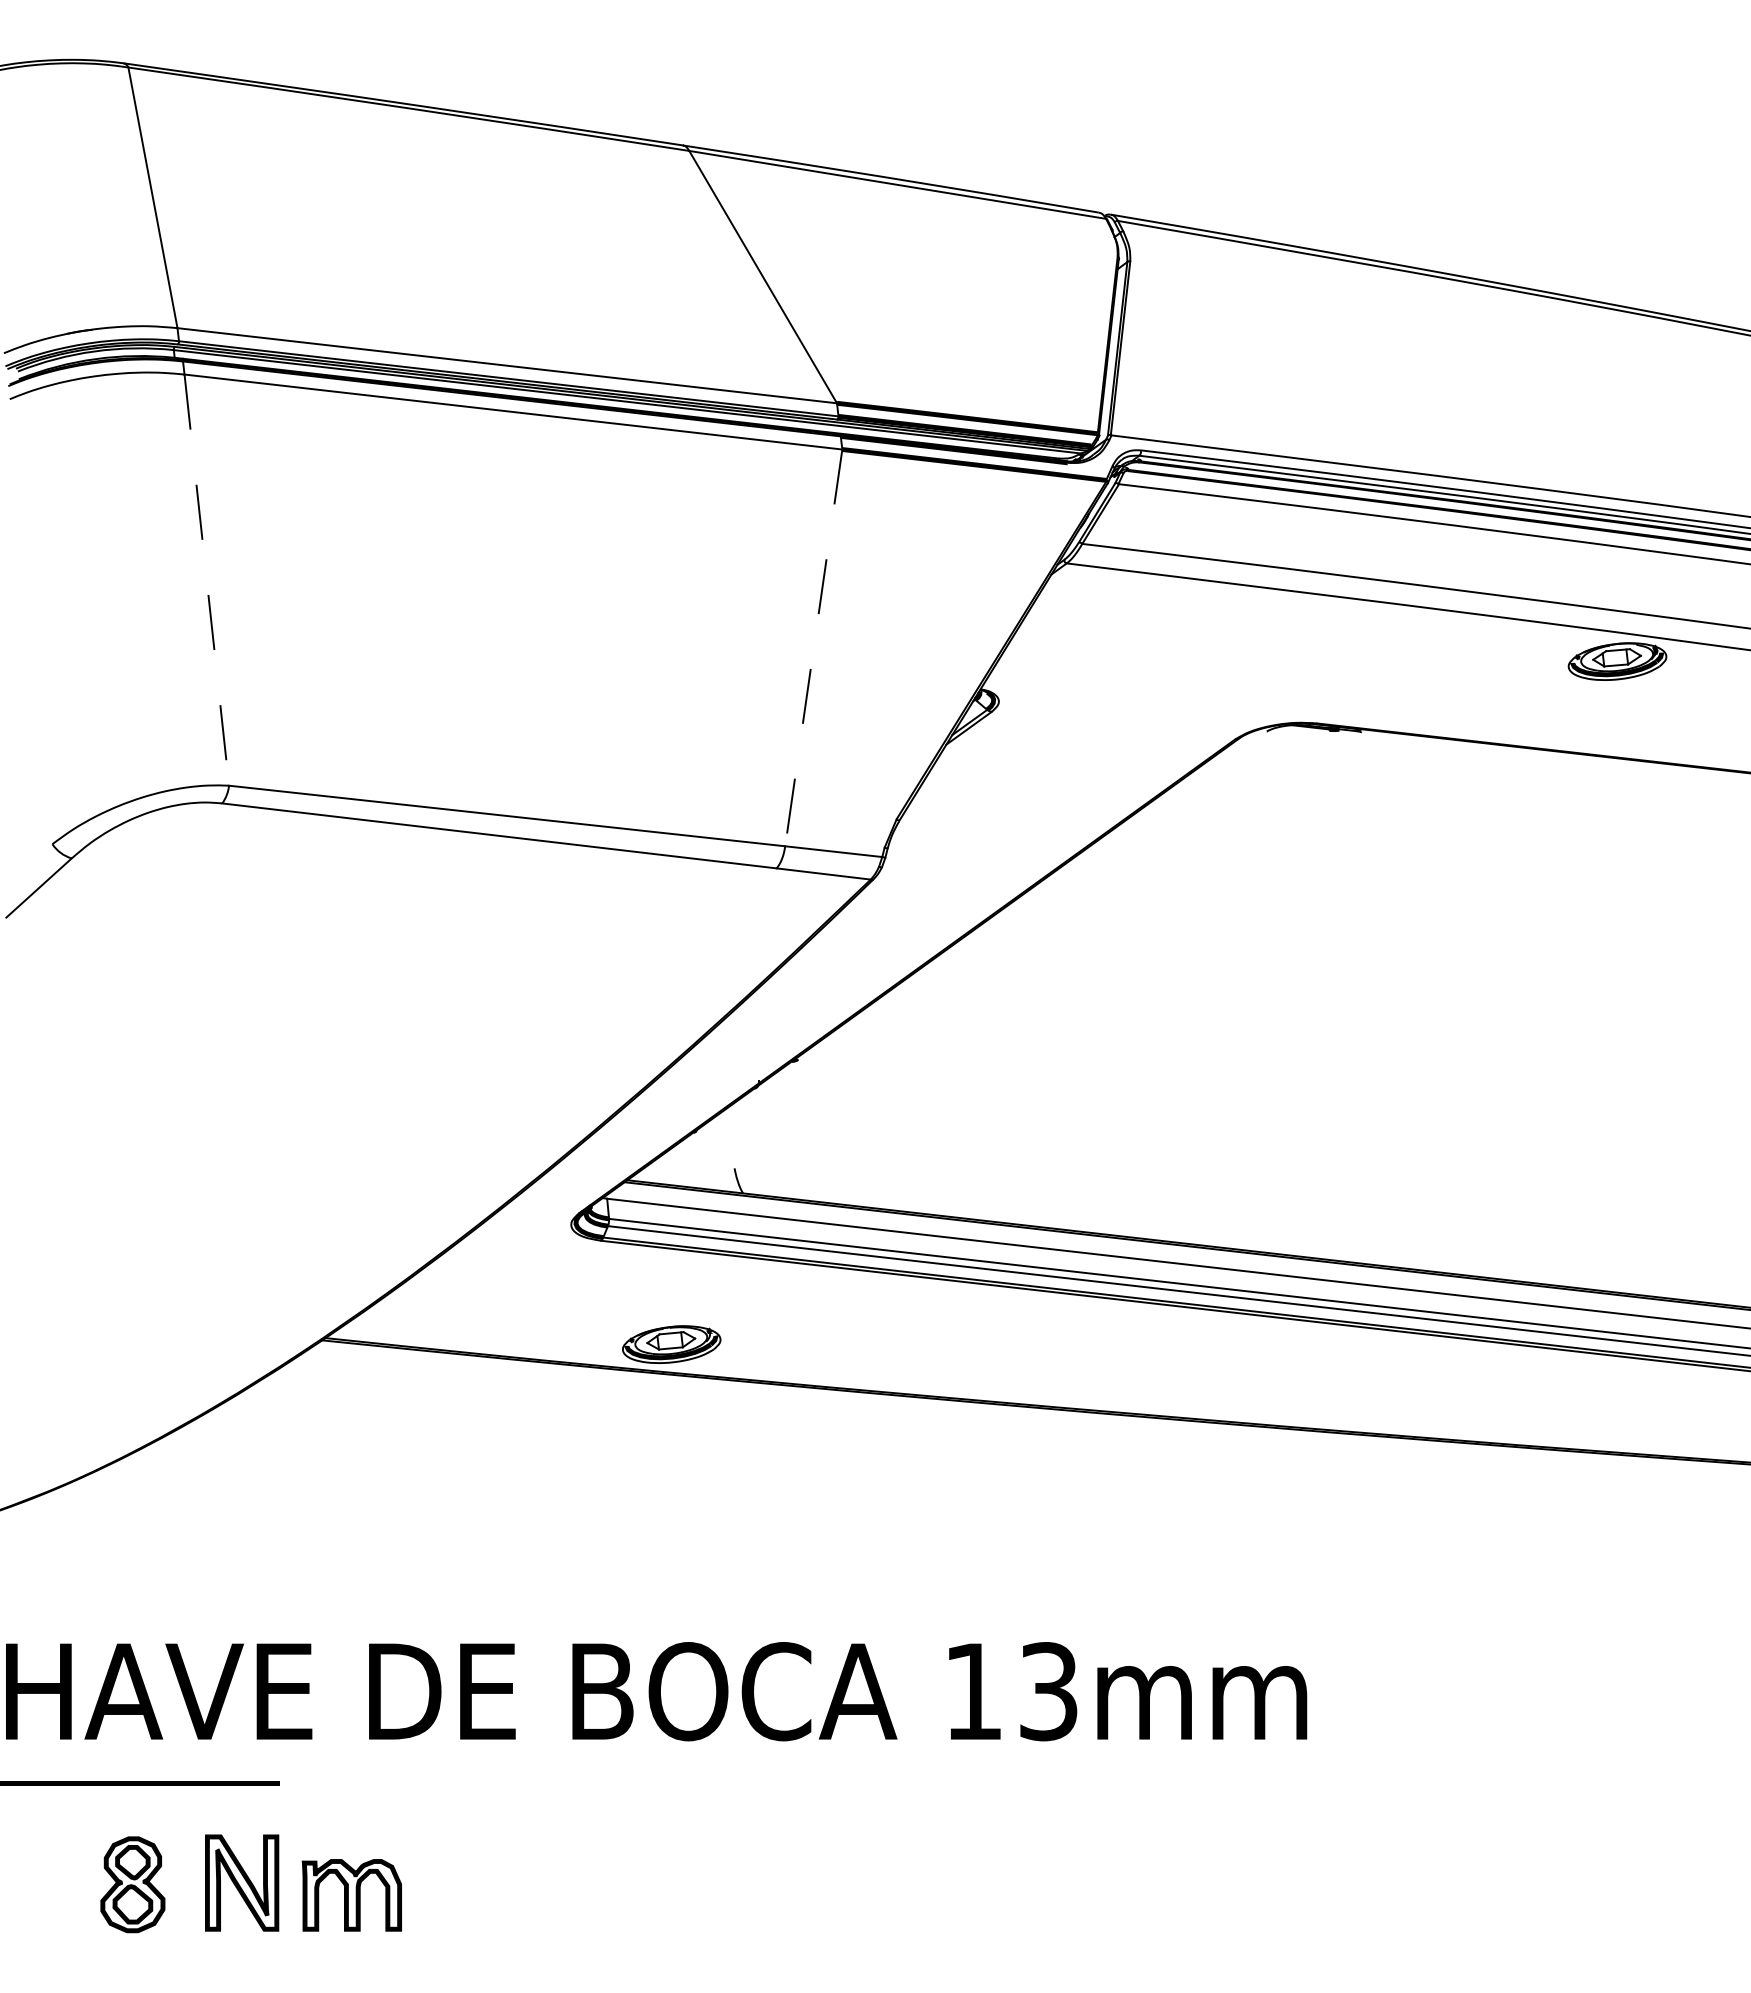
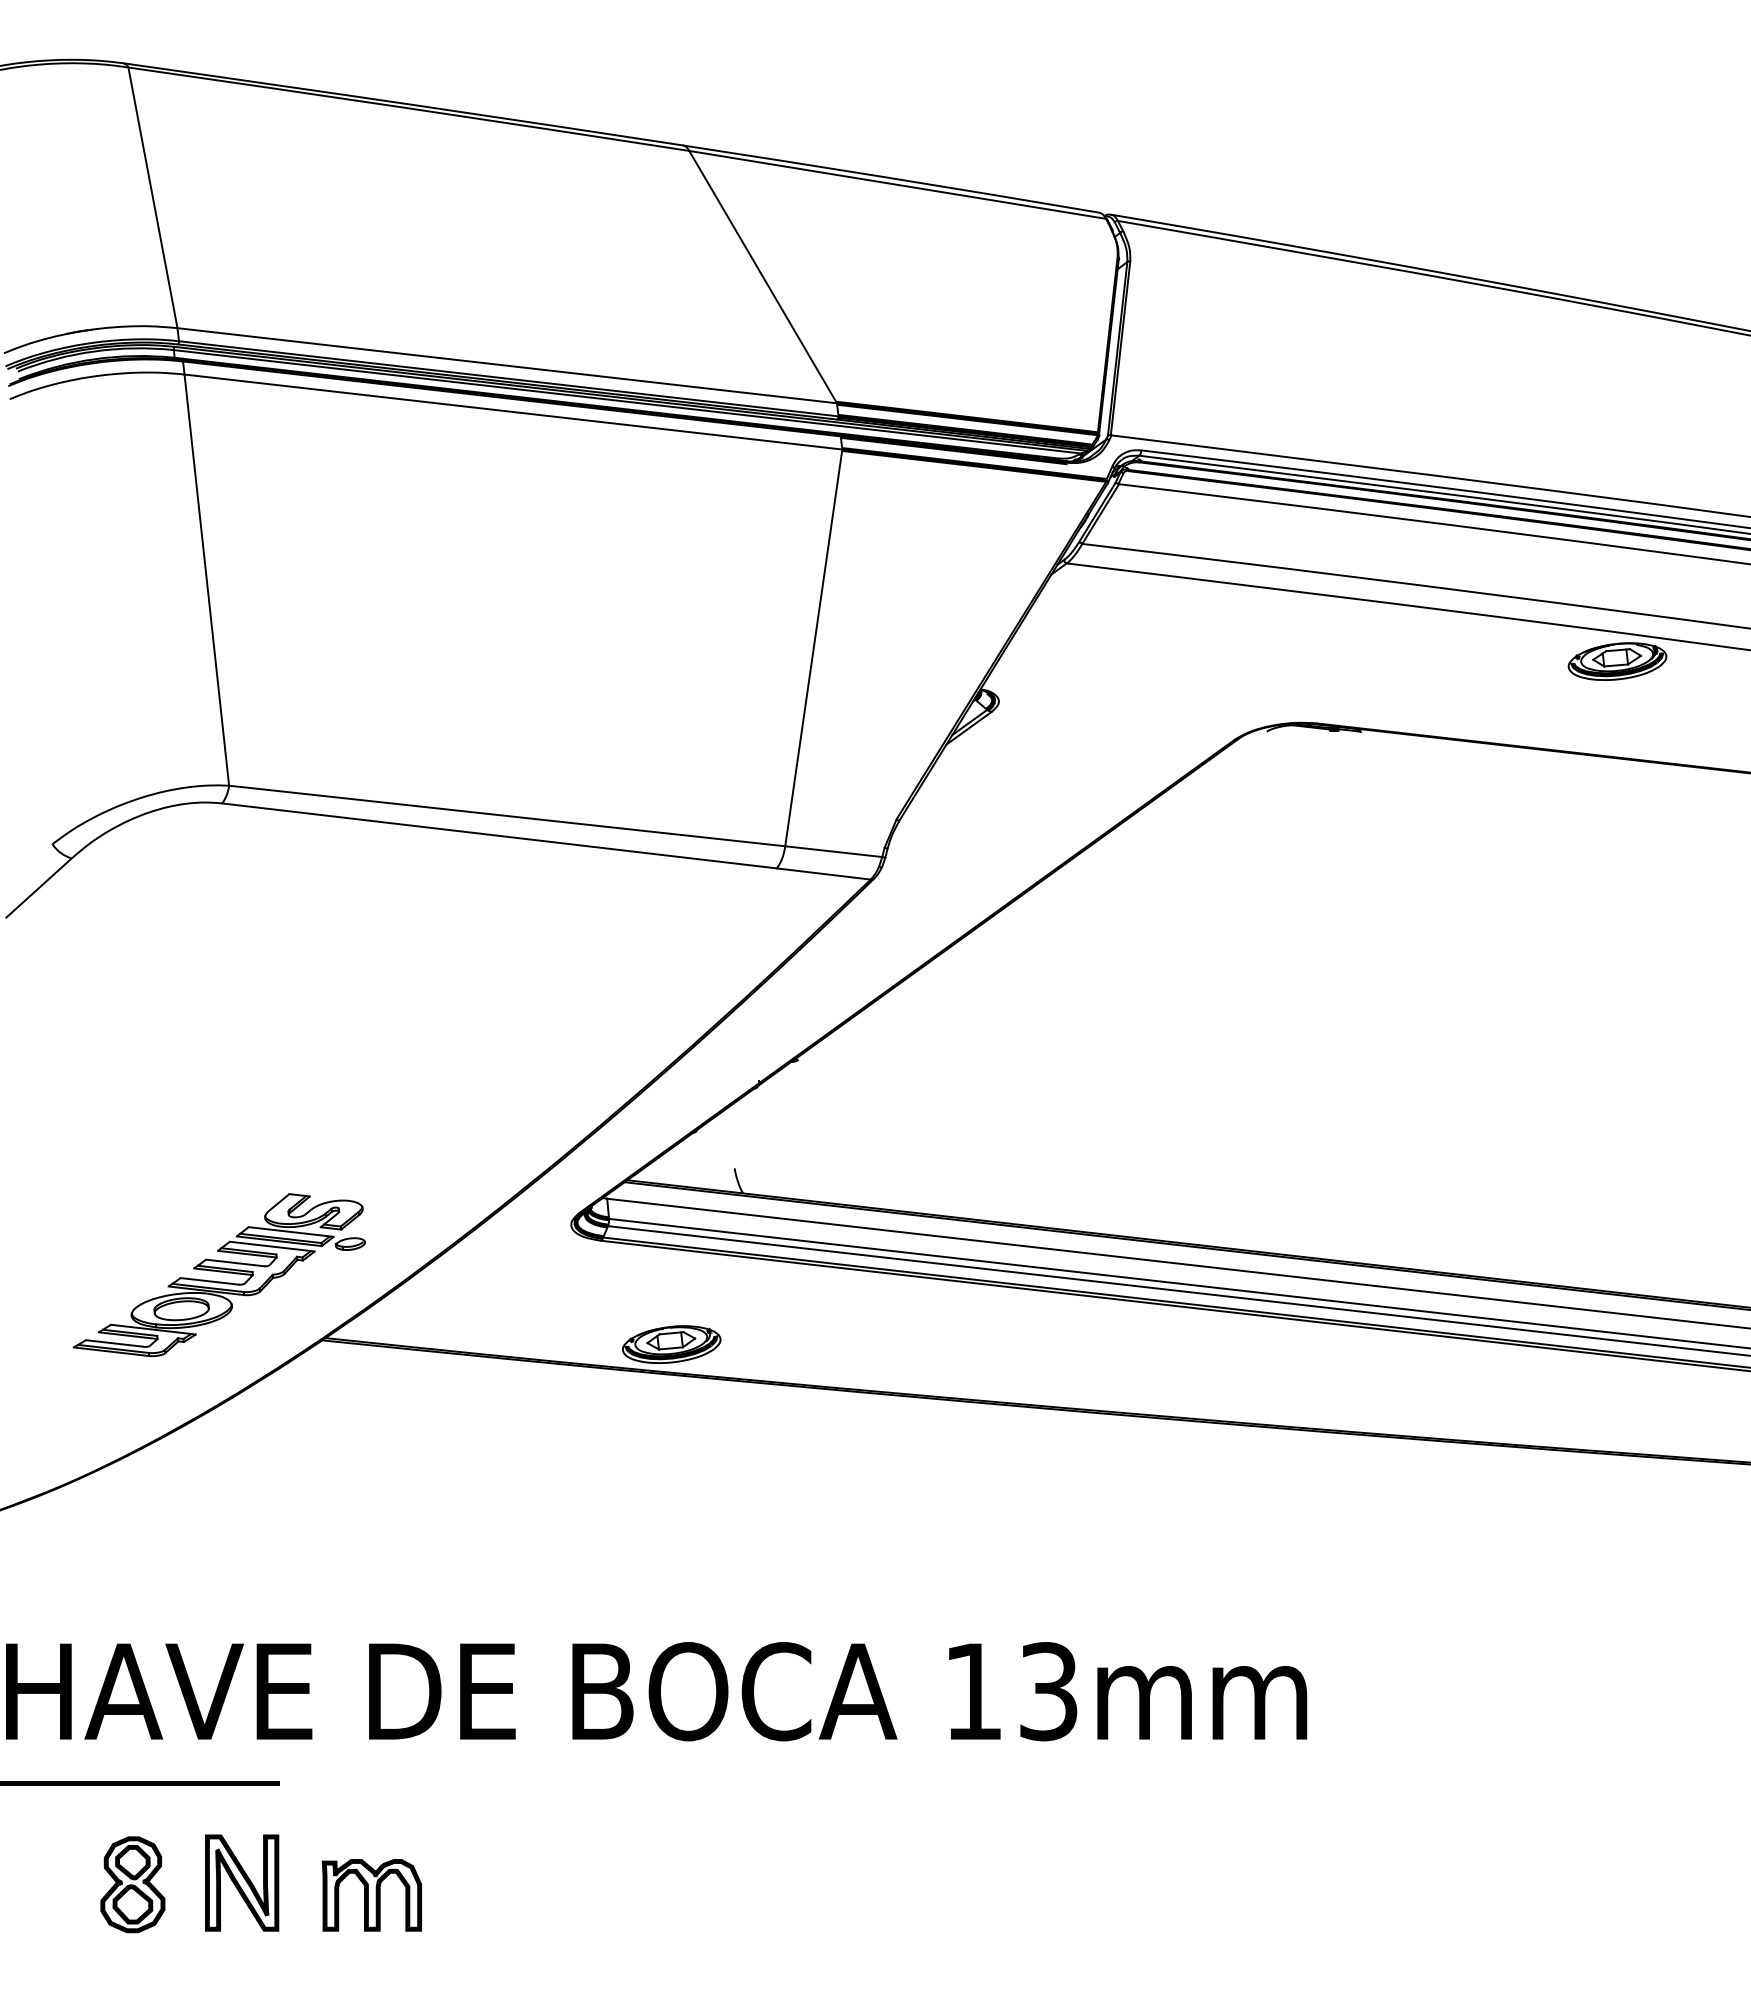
line at (206, 580): dashed -> solid
line at (813, 648): dashed -> solid
part at (218, 1275): none -> present
part at (351, 1895) position: (351, 1895) -> (371, 1895)
